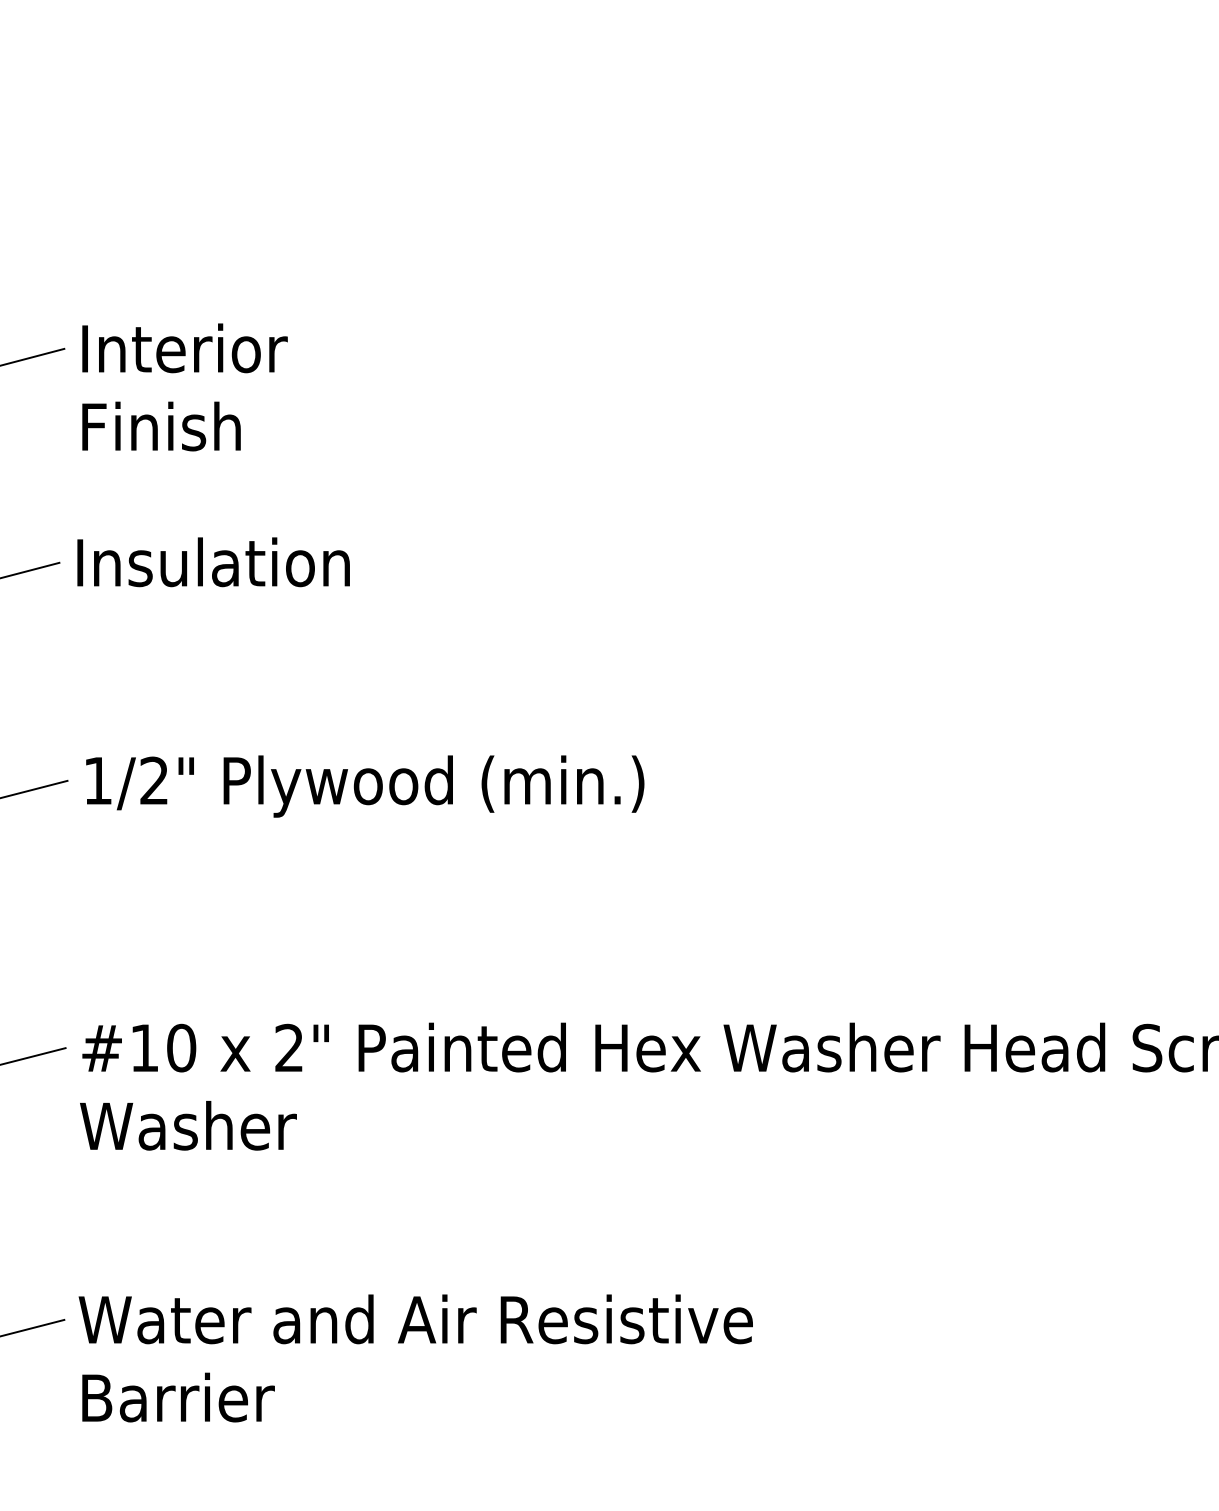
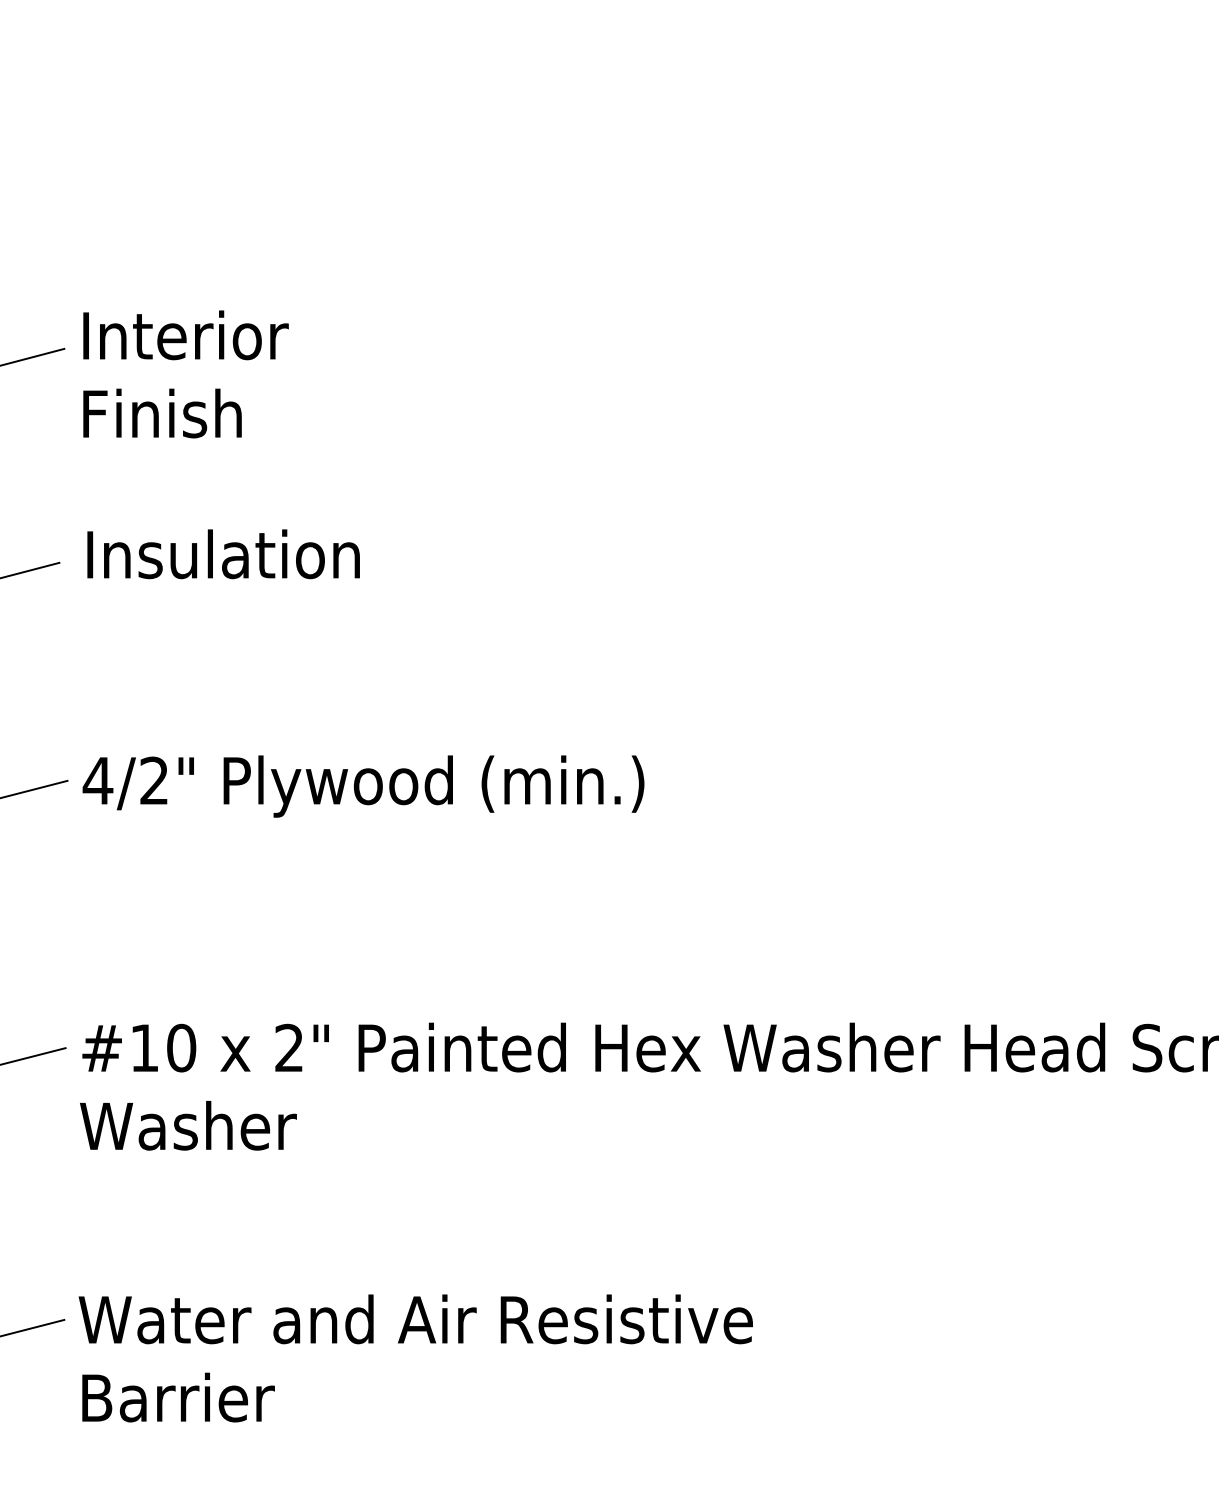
text at (184, 387) position: (184, 387) -> (185, 374)
text at (213, 562) position: (213, 562) -> (223, 554)
text at (97, 780): 1/2" -> 4/2"
